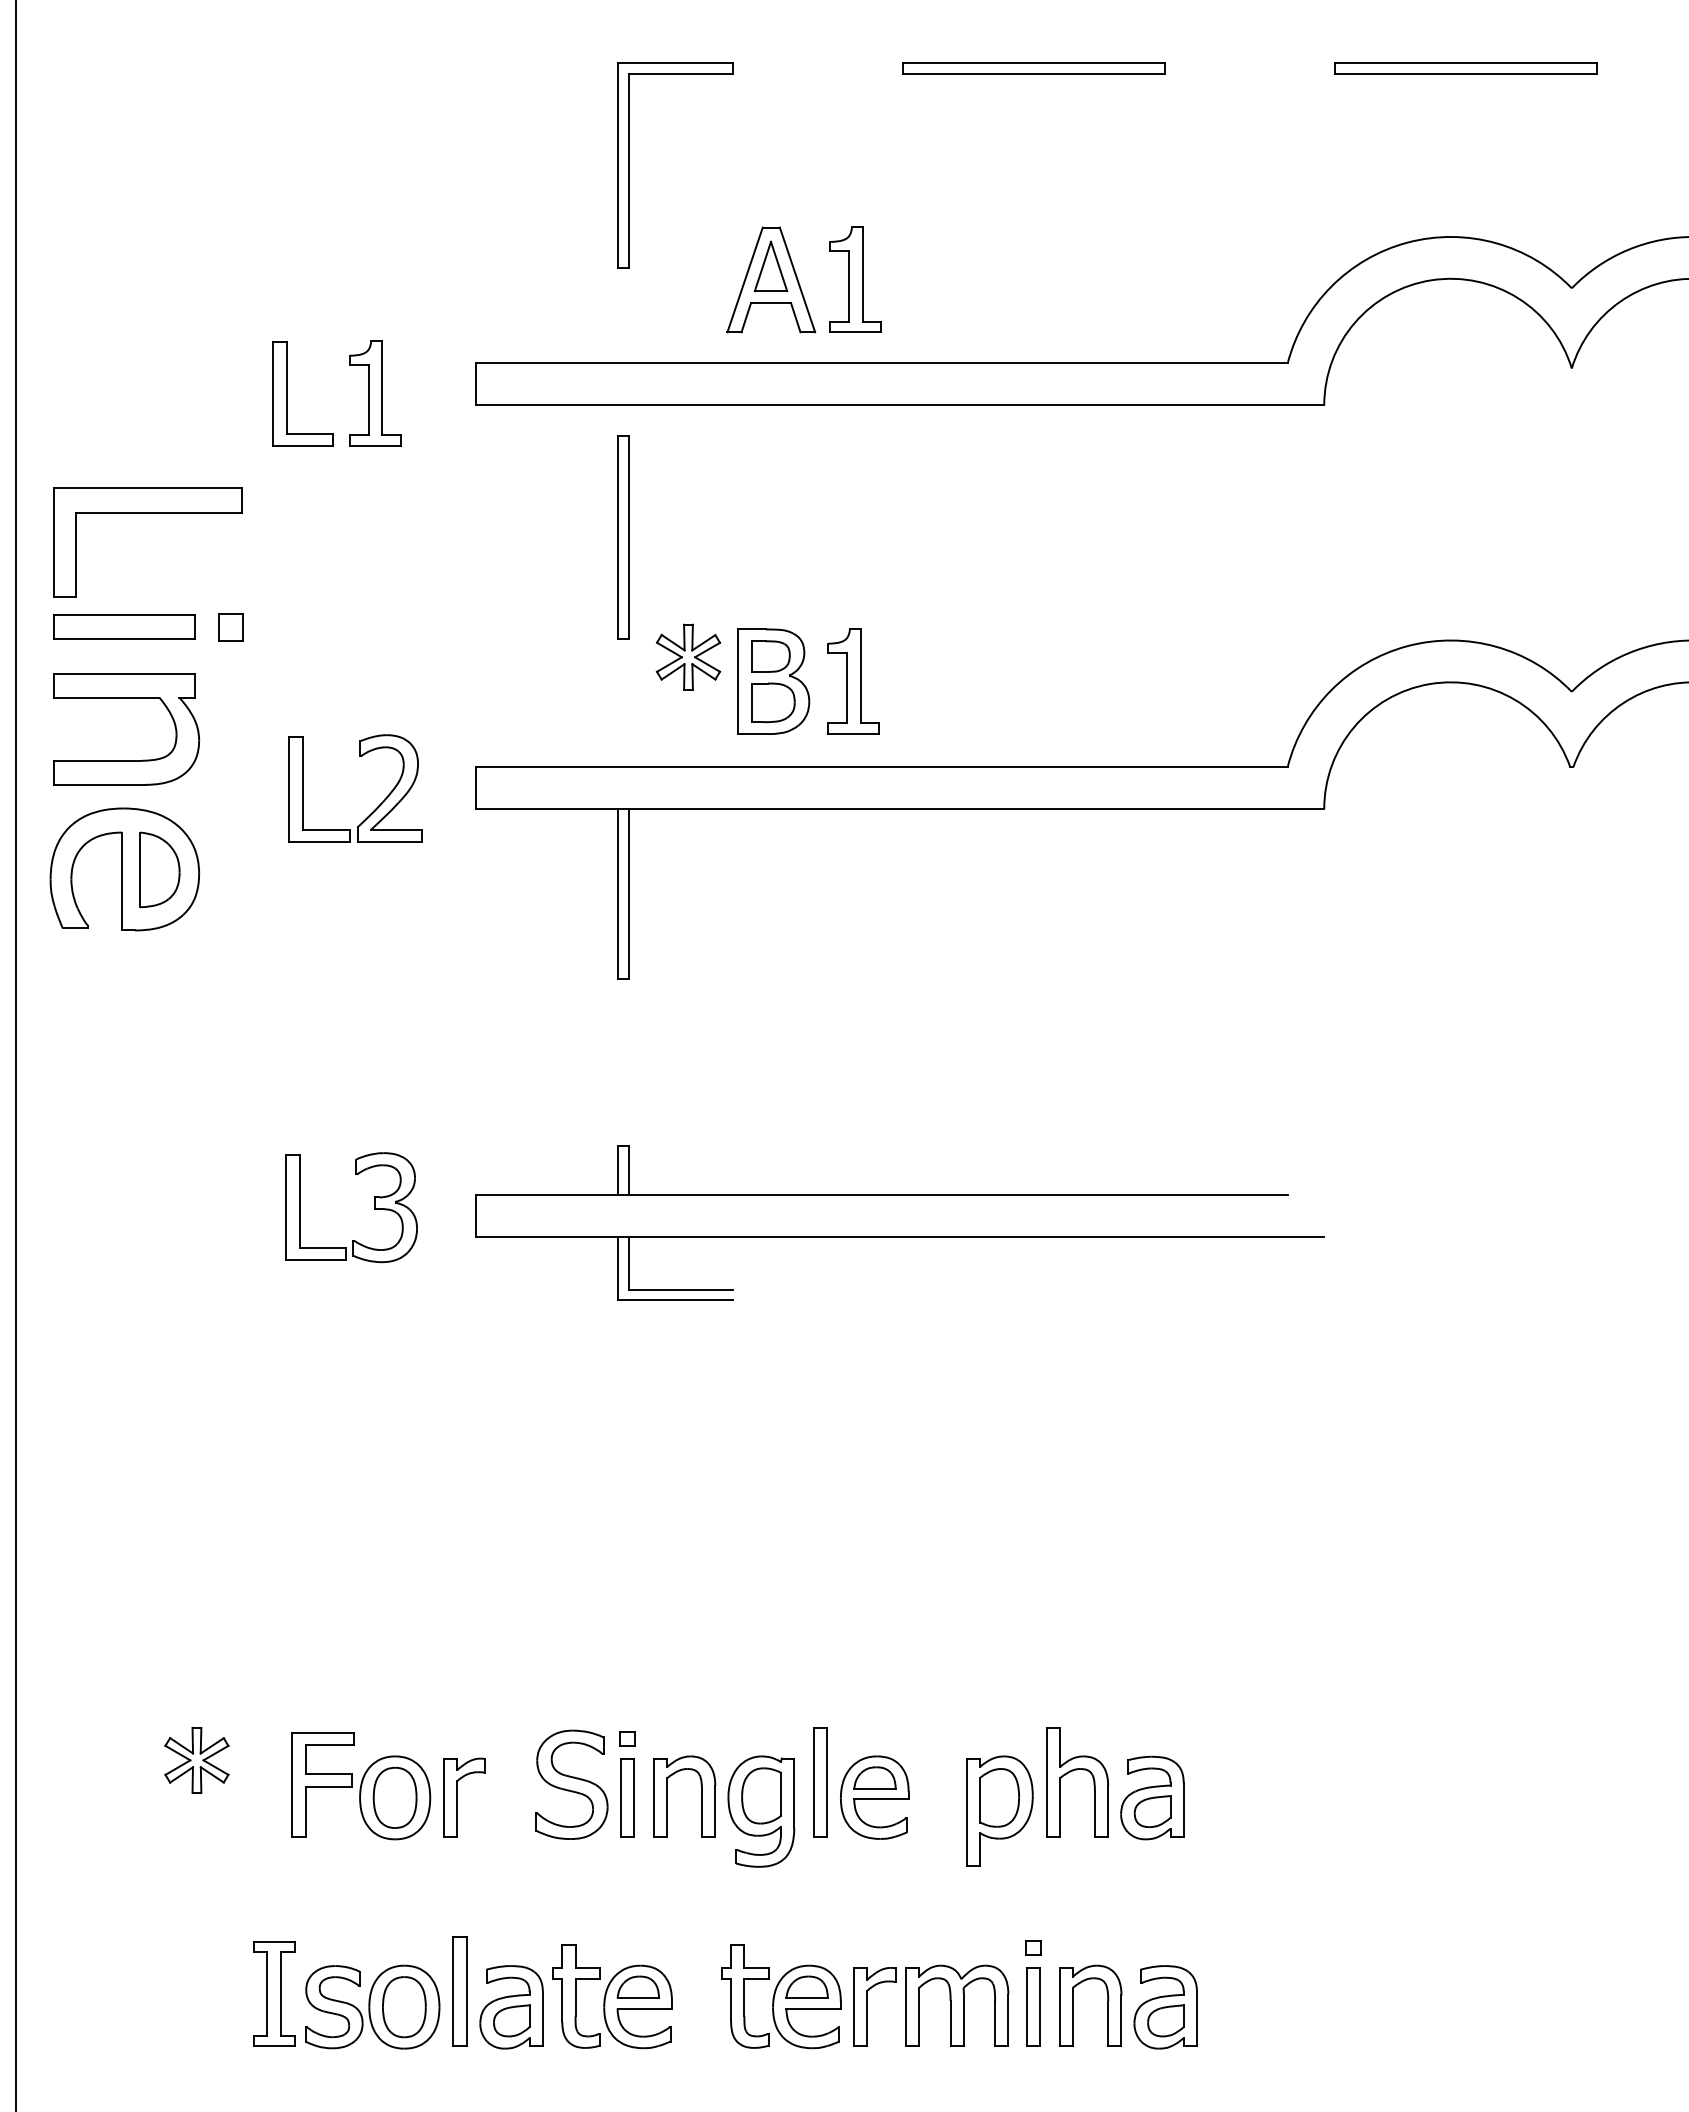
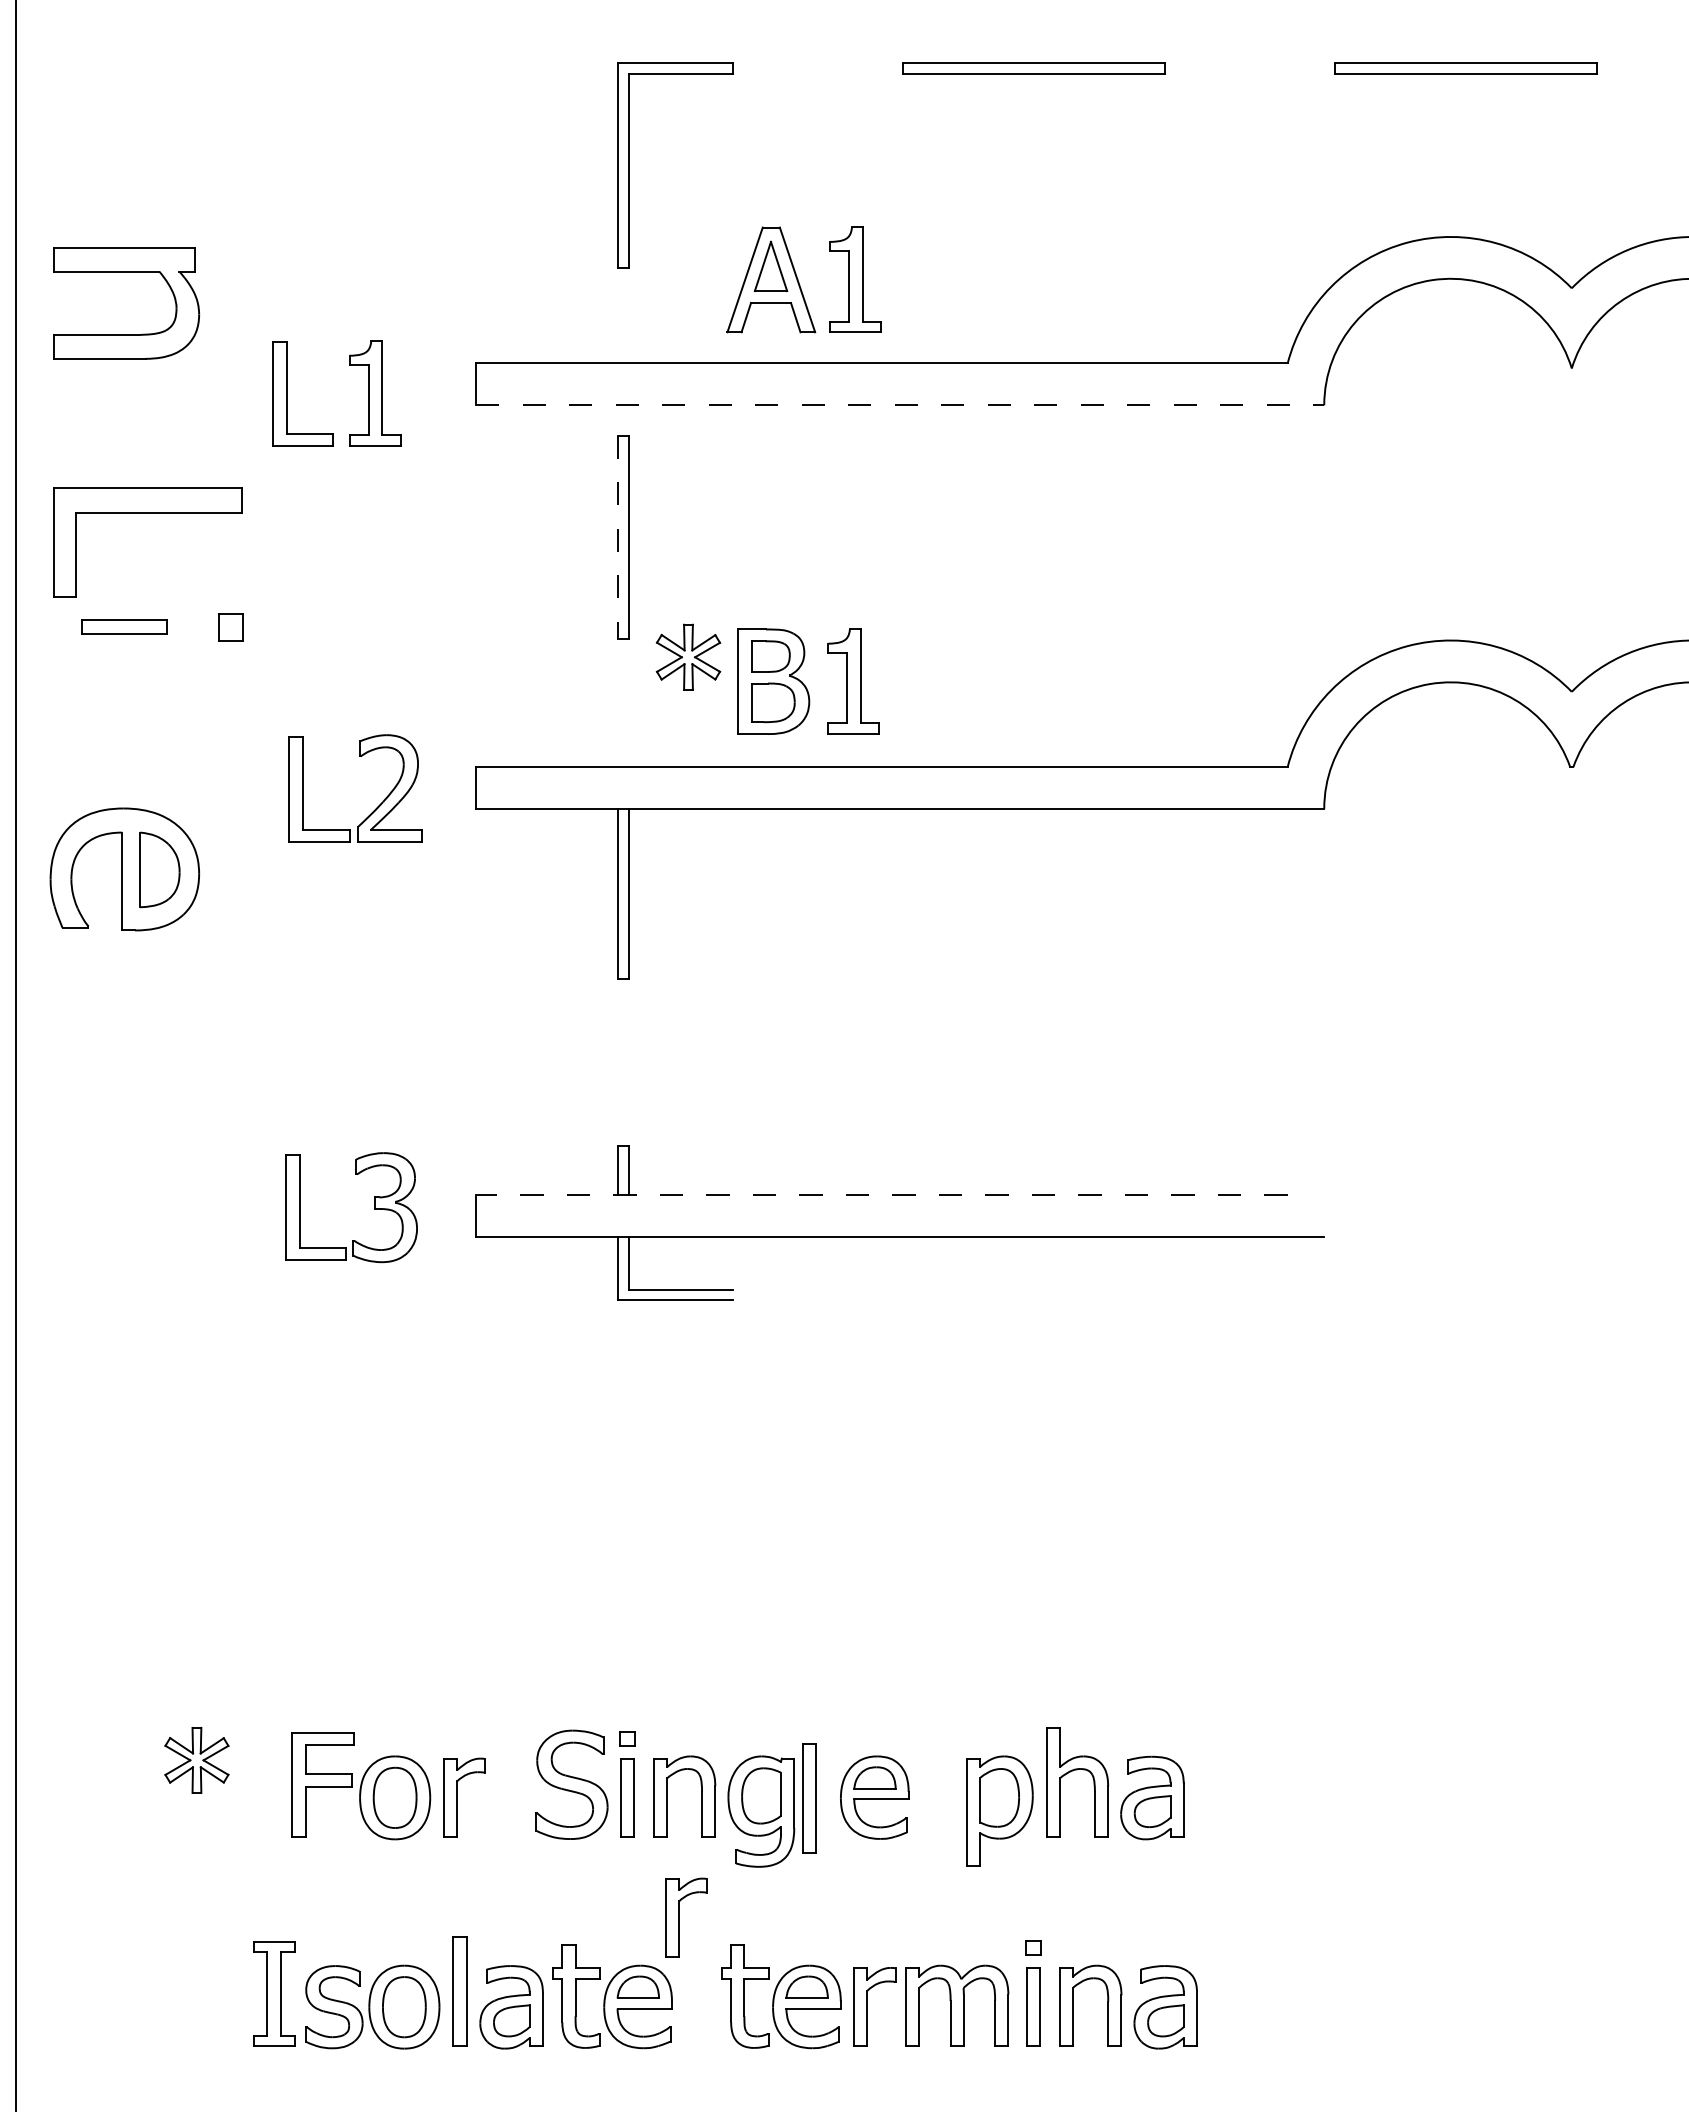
line at (900, 405): solid -> dashed
line at (618, 537): solid -> dashed
part at (124, 626) size: 143x26 px -> 87x16 px
part at (126, 698) position: (126, 698) -> (126, 272)
line at (881, 1194): solid -> dashed
part at (820, 1782) position: (820, 1782) -> (809, 1798)
part at (679, 1917): none -> present
